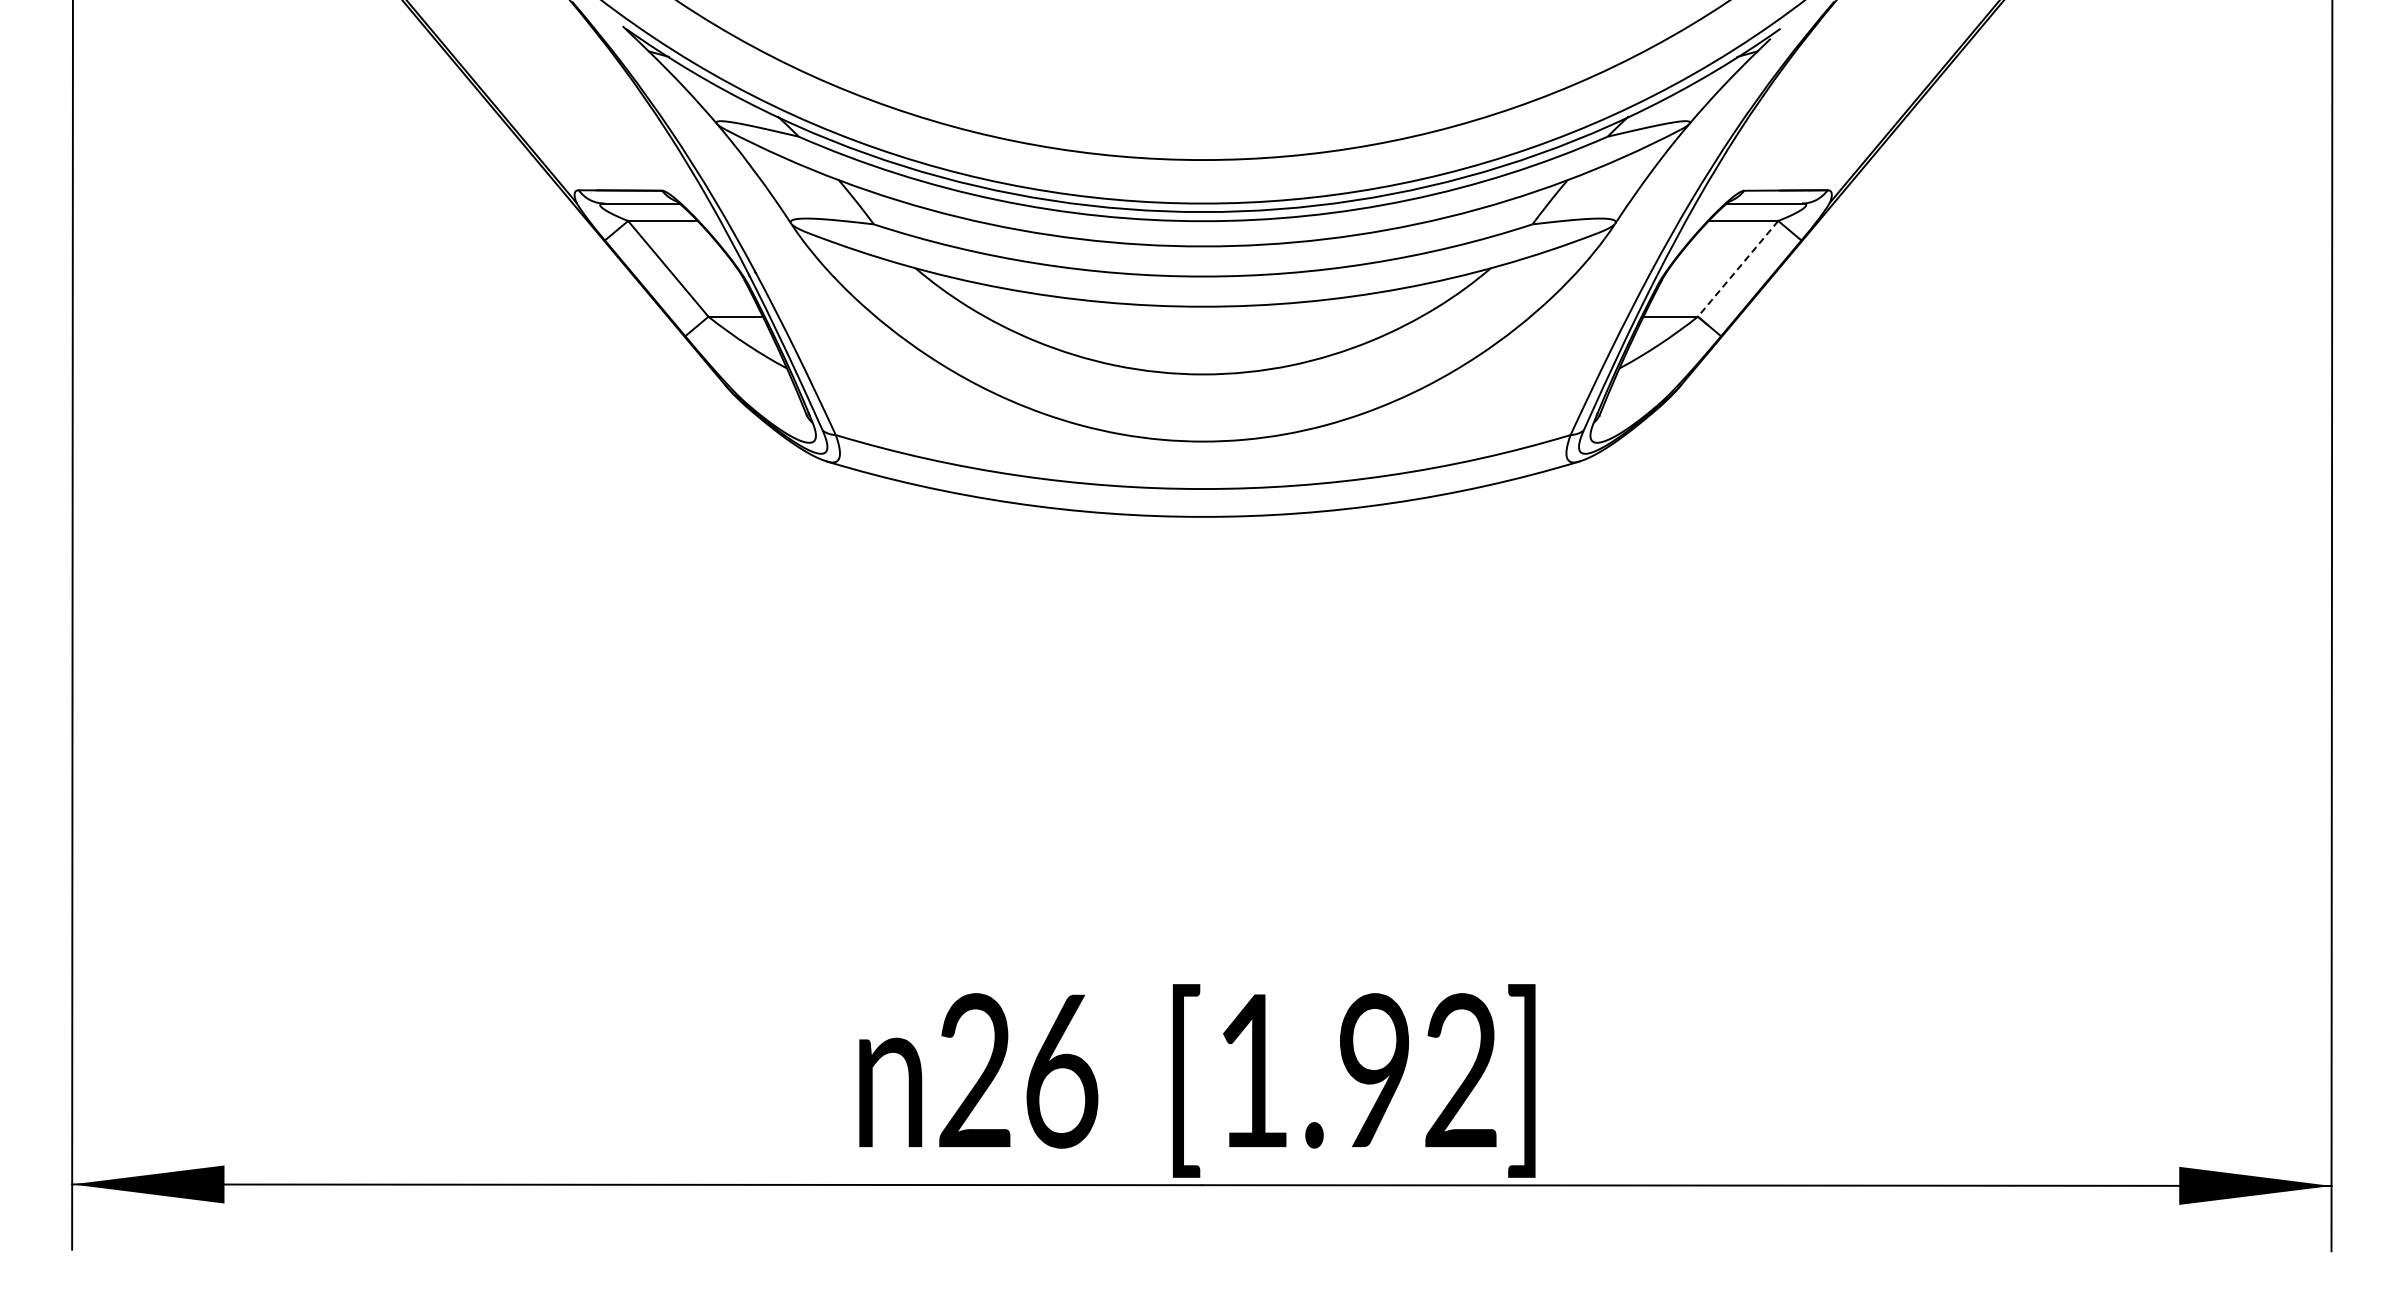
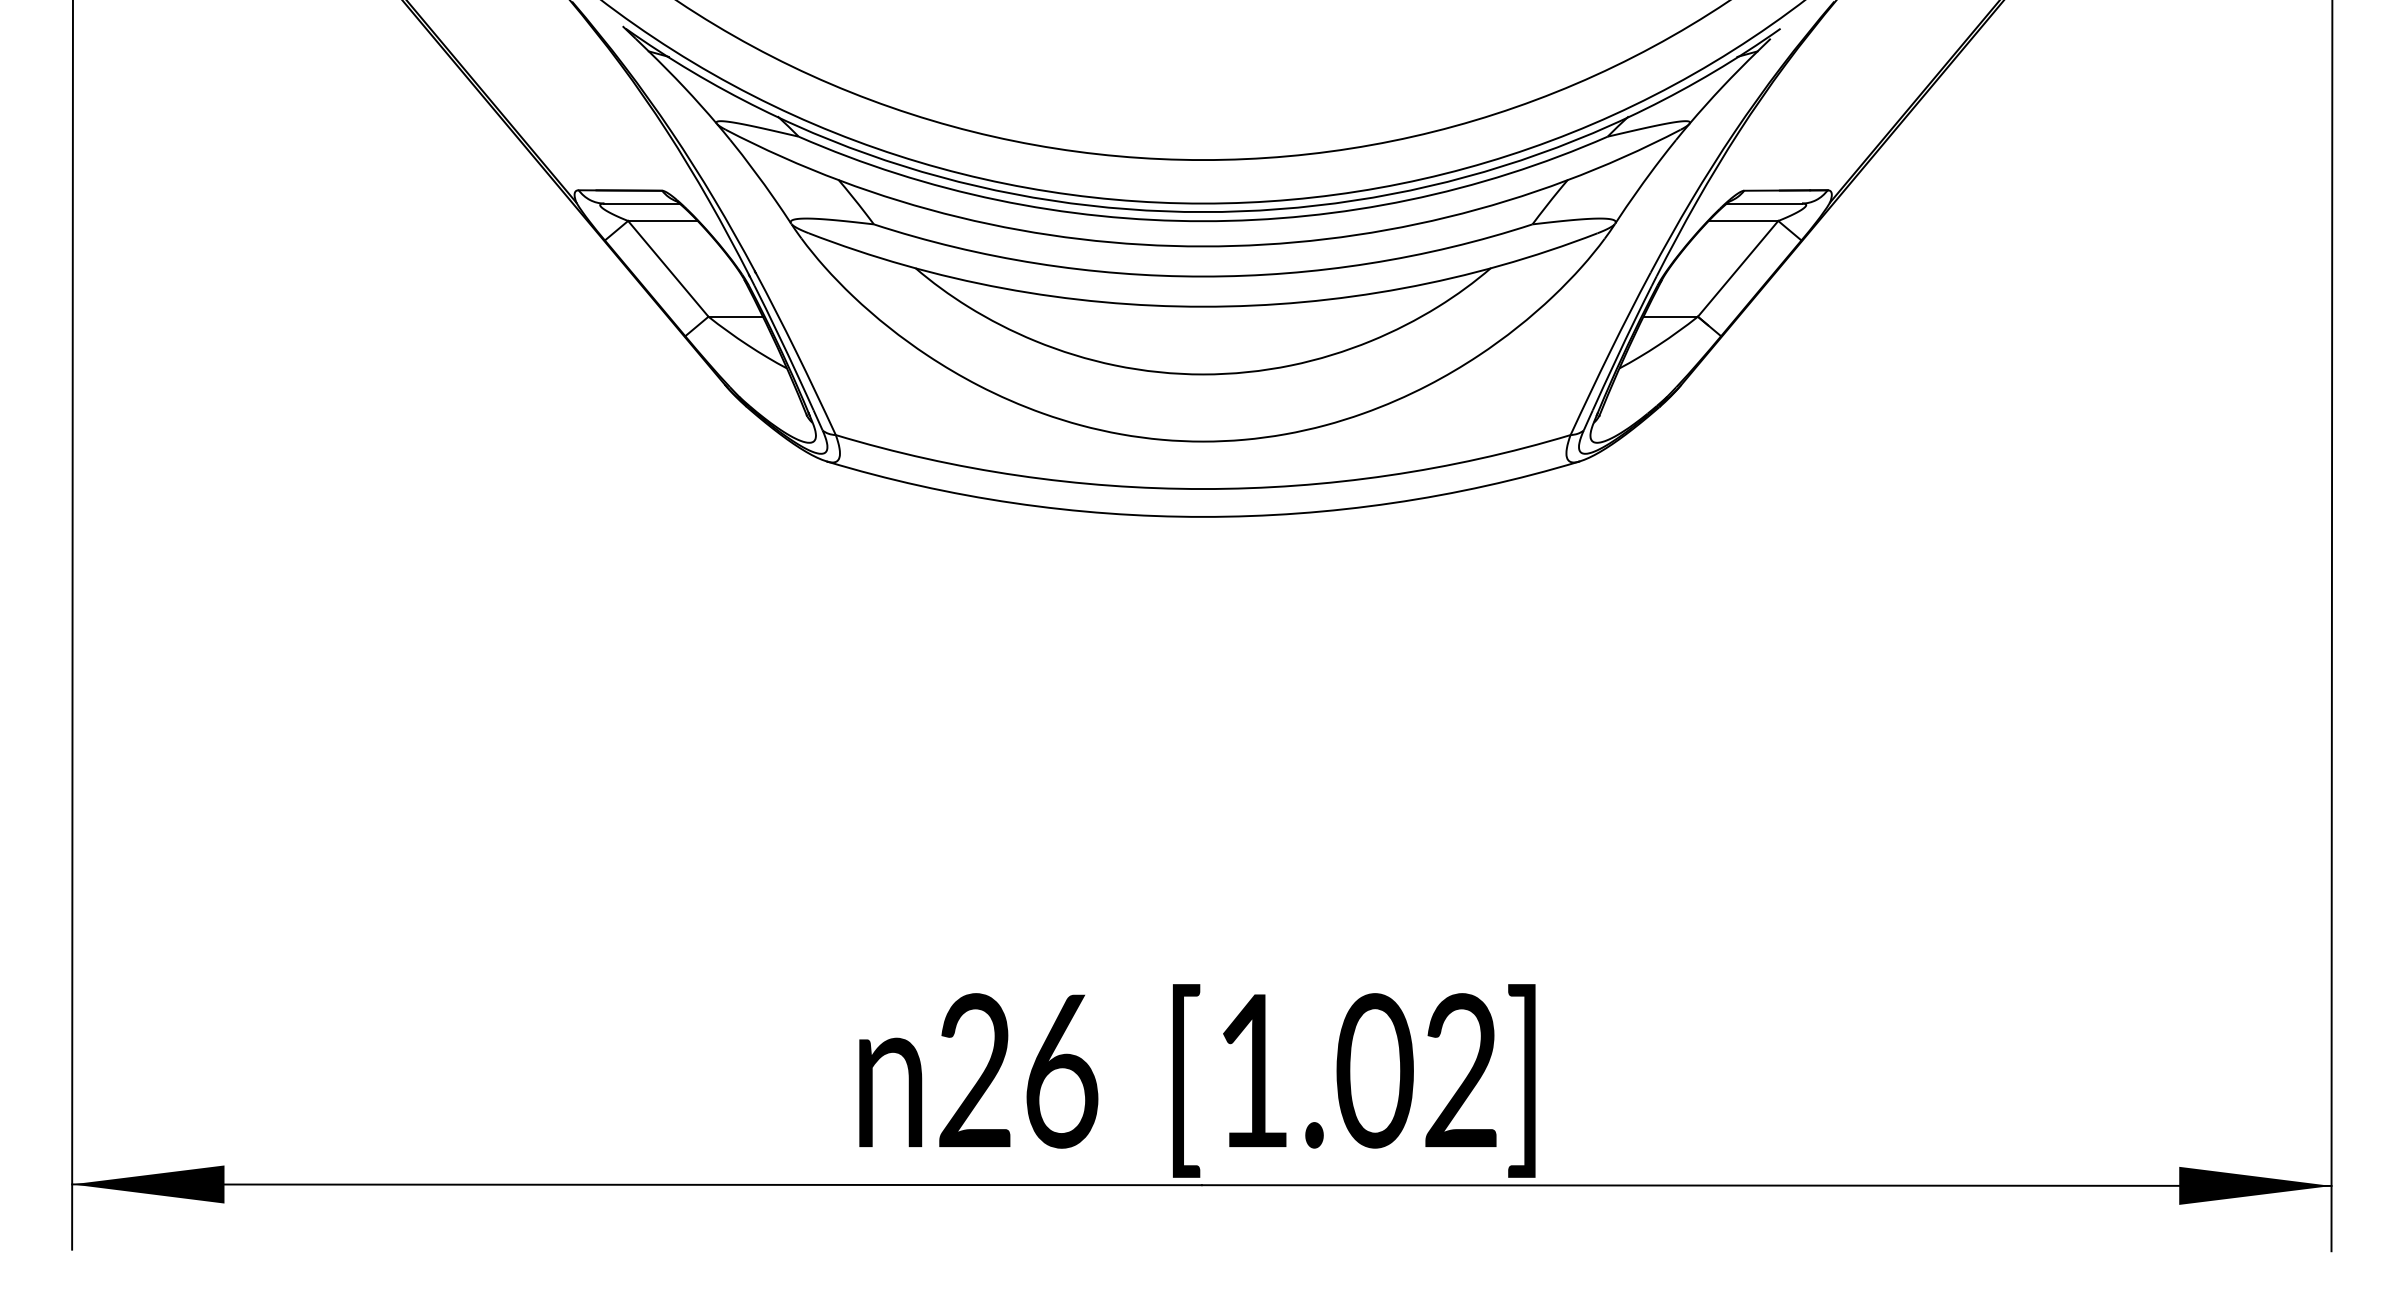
line at (1737, 269): dashed -> solid
text at (1374, 1070): 1.92 -> 1.02
